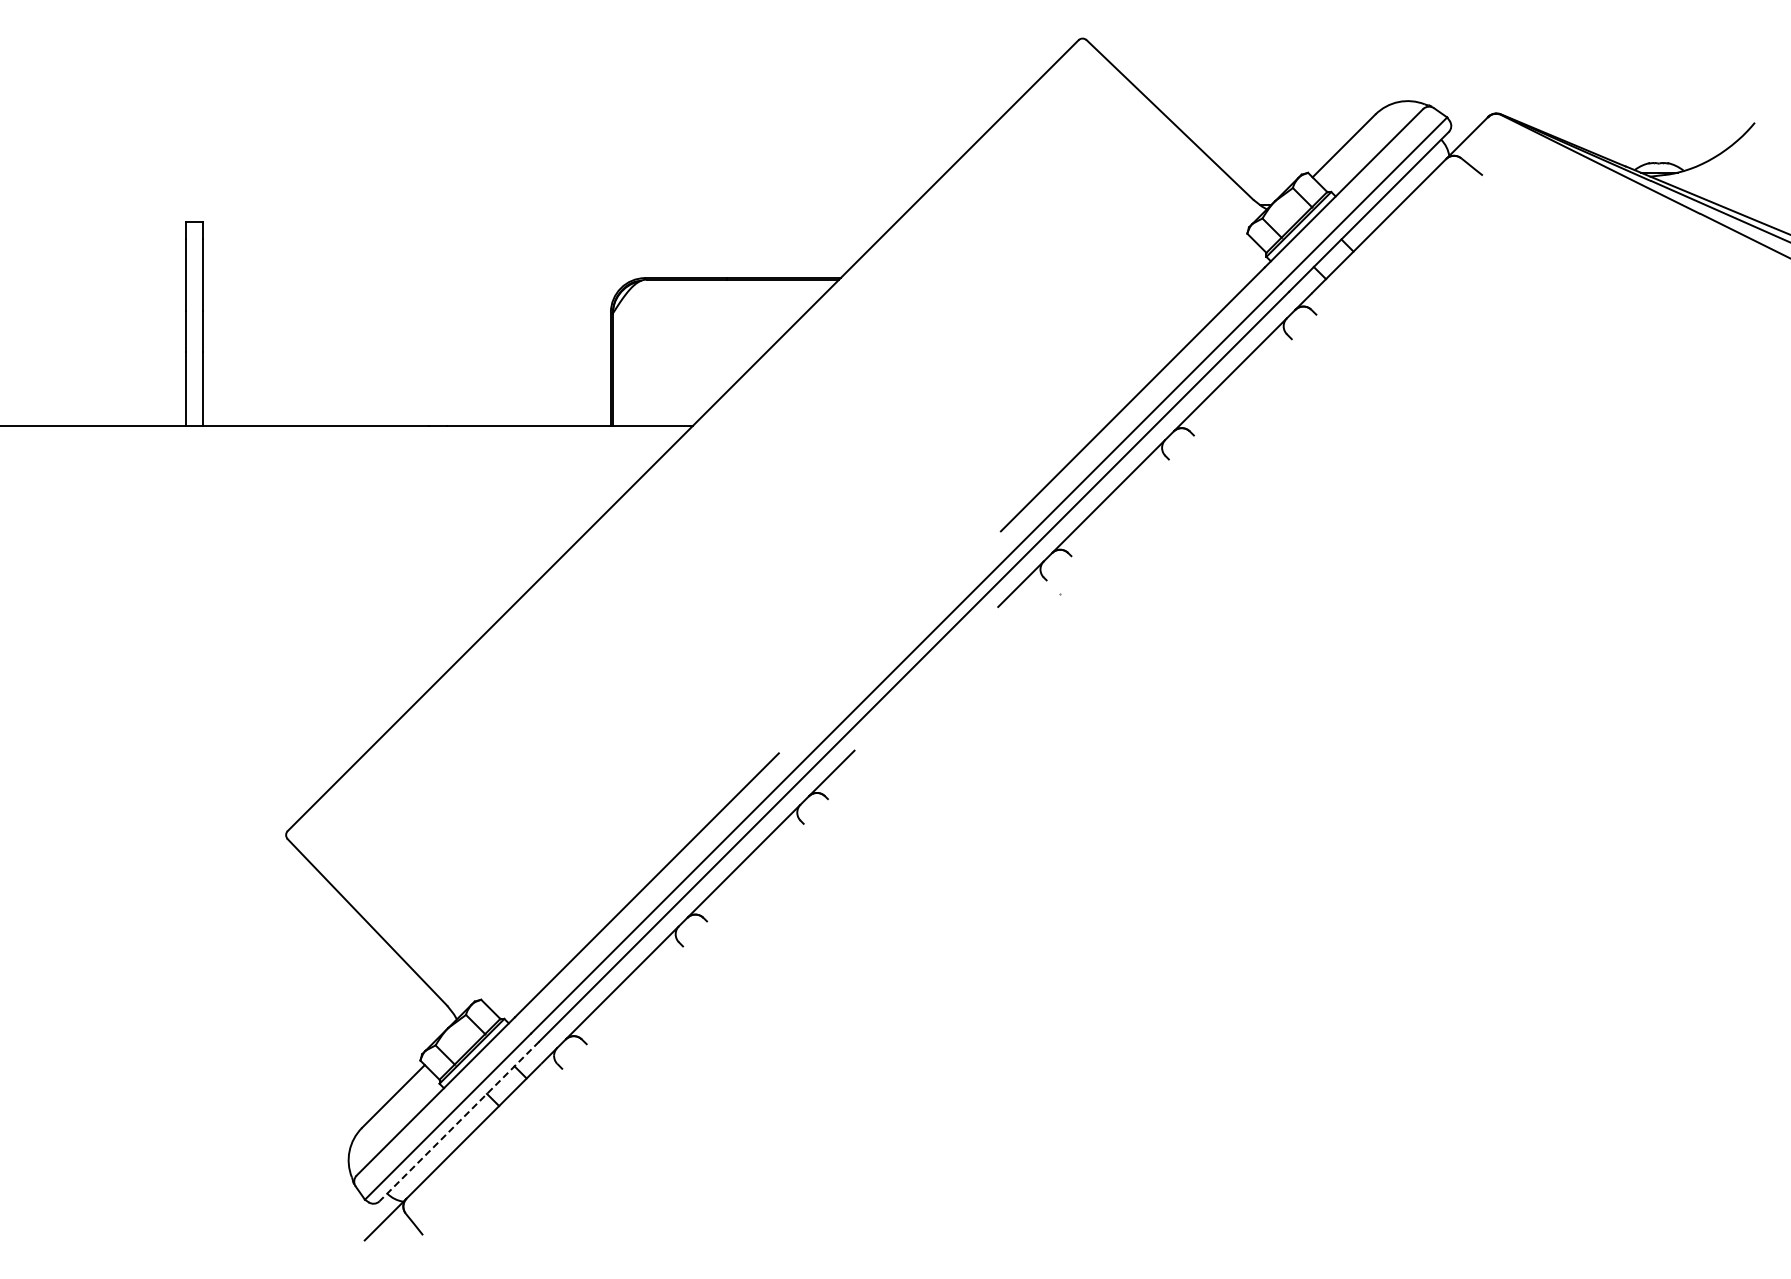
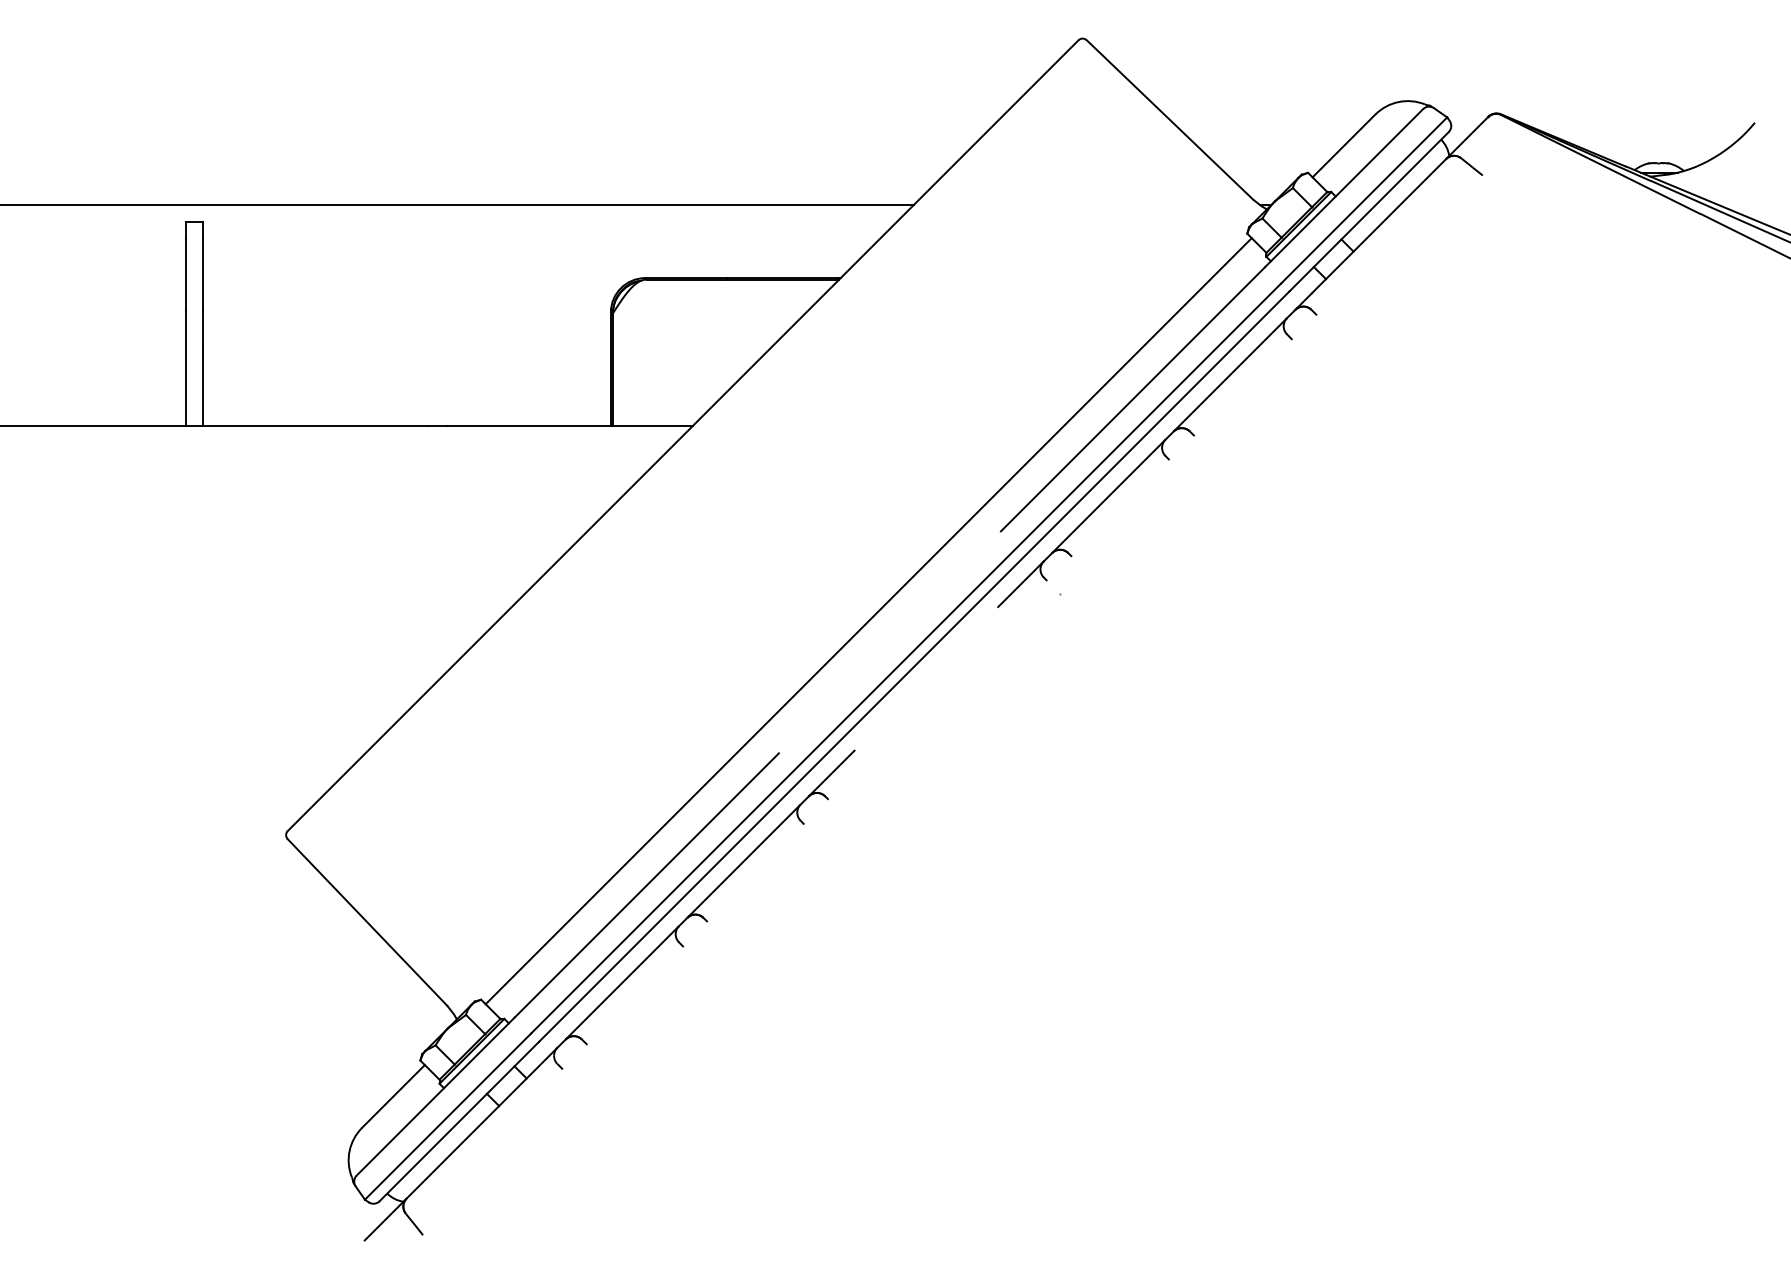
line at (457, 205): none -> present
line at (868, 621): none -> present
line at (459, 1121): dashed -> solid
